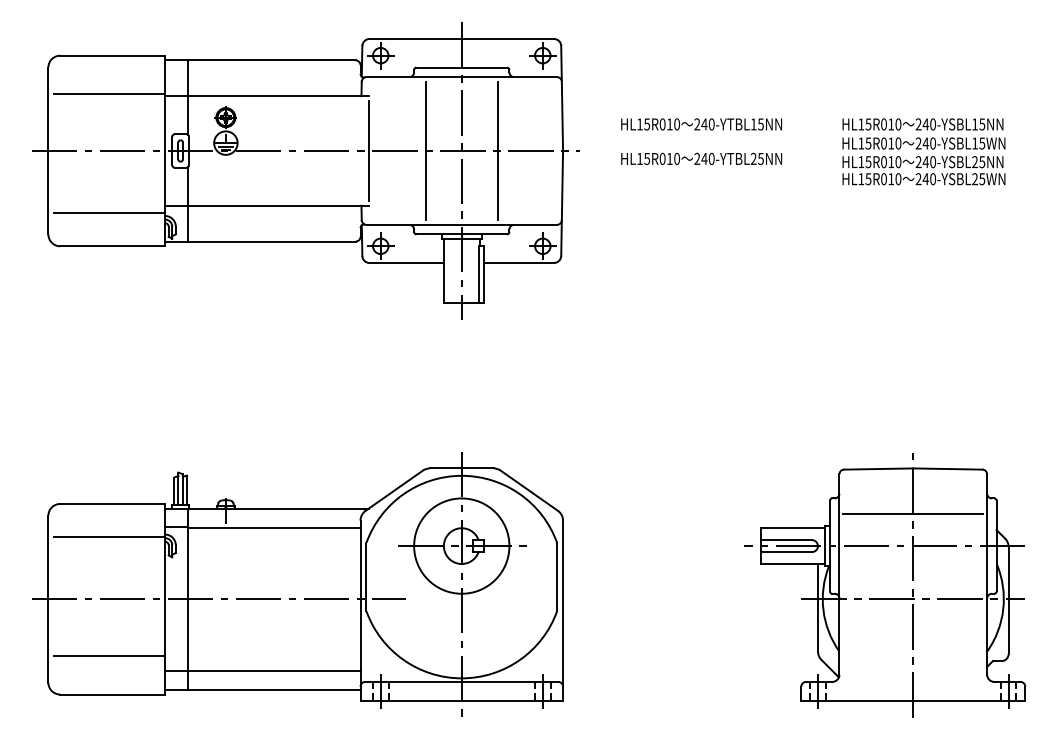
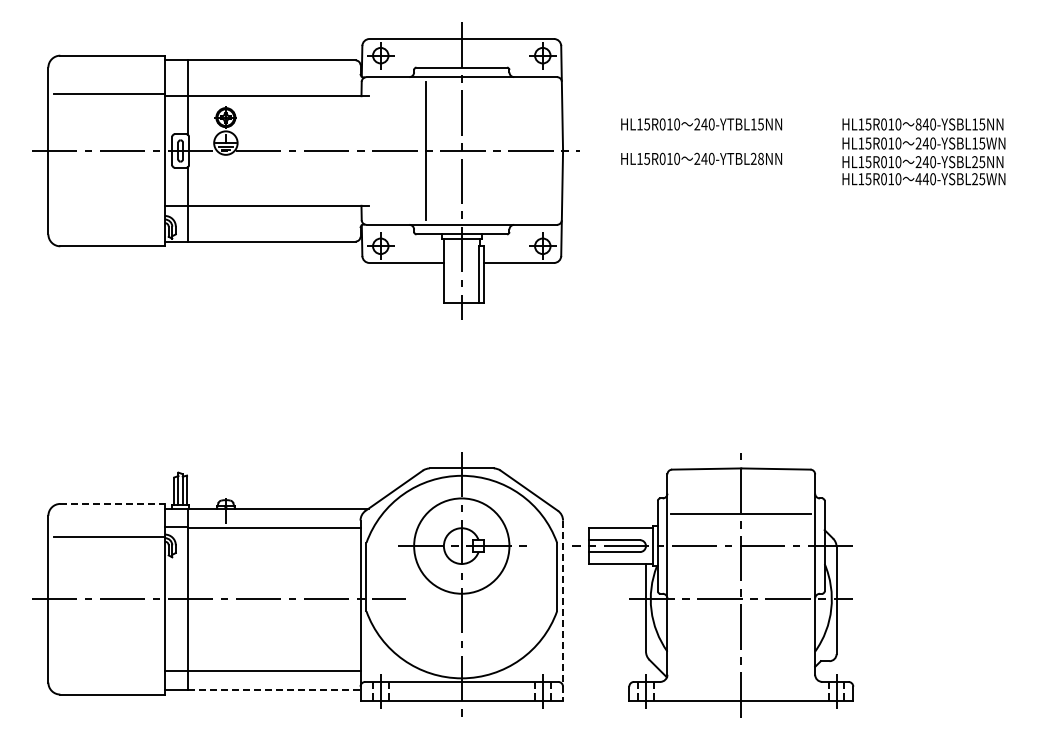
text at (918, 124): 240-YSBL15NN -> 840-YSBL15NN
line at (368, 150): present -> none
line at (497, 150): present -> none
text at (760, 158): 240-YTBL25NN -> 240-YTBL28NN
text at (918, 179): 240-YSBL25WN -> 440-YSBL25WN
line at (109, 212): present -> none
line at (113, 503): solid -> dashed
part at (885, 585) position: (885, 585) -> (713, 585)
line at (563, 611): solid -> dashed
line at (109, 656): present -> none
line at (274, 689): solid -> dashed
